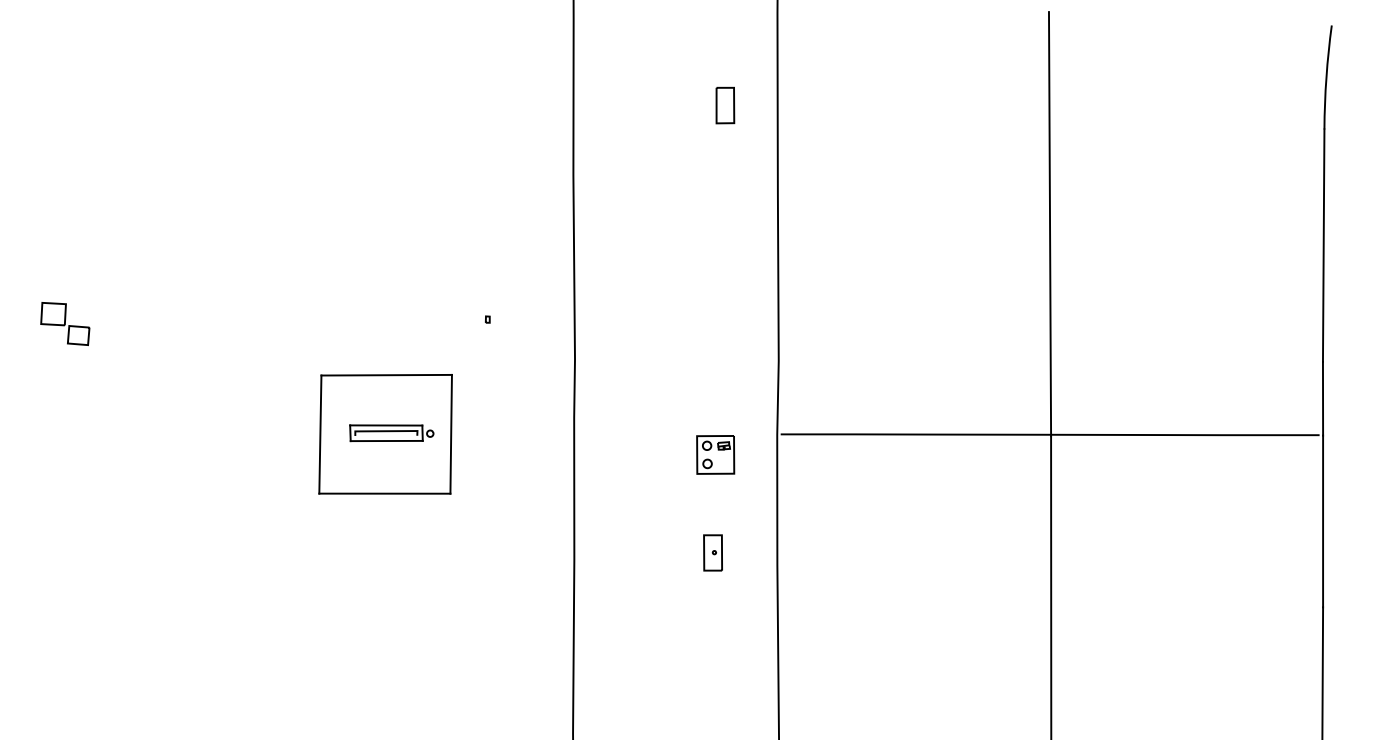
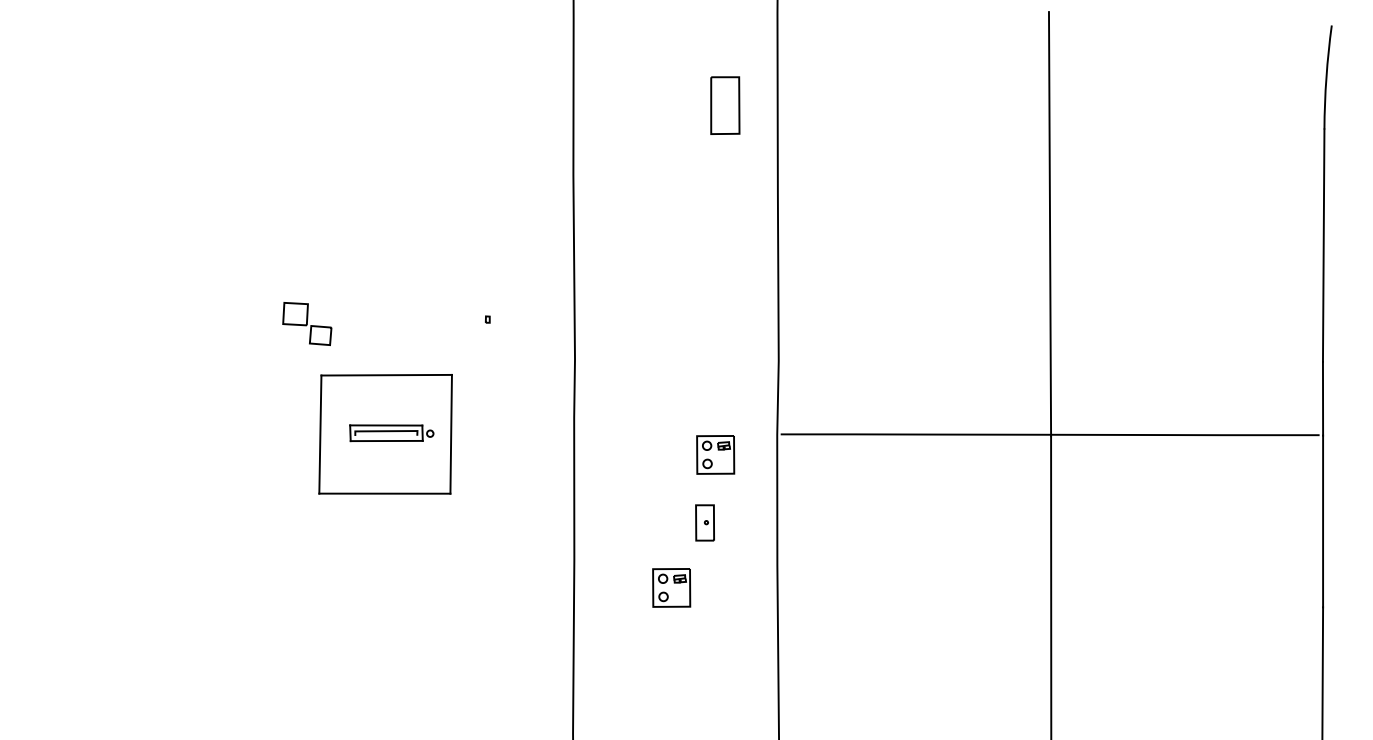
part at (725, 105) size: 21x39 px -> 31x59 px
part at (65, 323) position: (65, 323) -> (307, 323)
part at (712, 552) position: (712, 552) -> (704, 522)
part at (671, 587): none -> present
